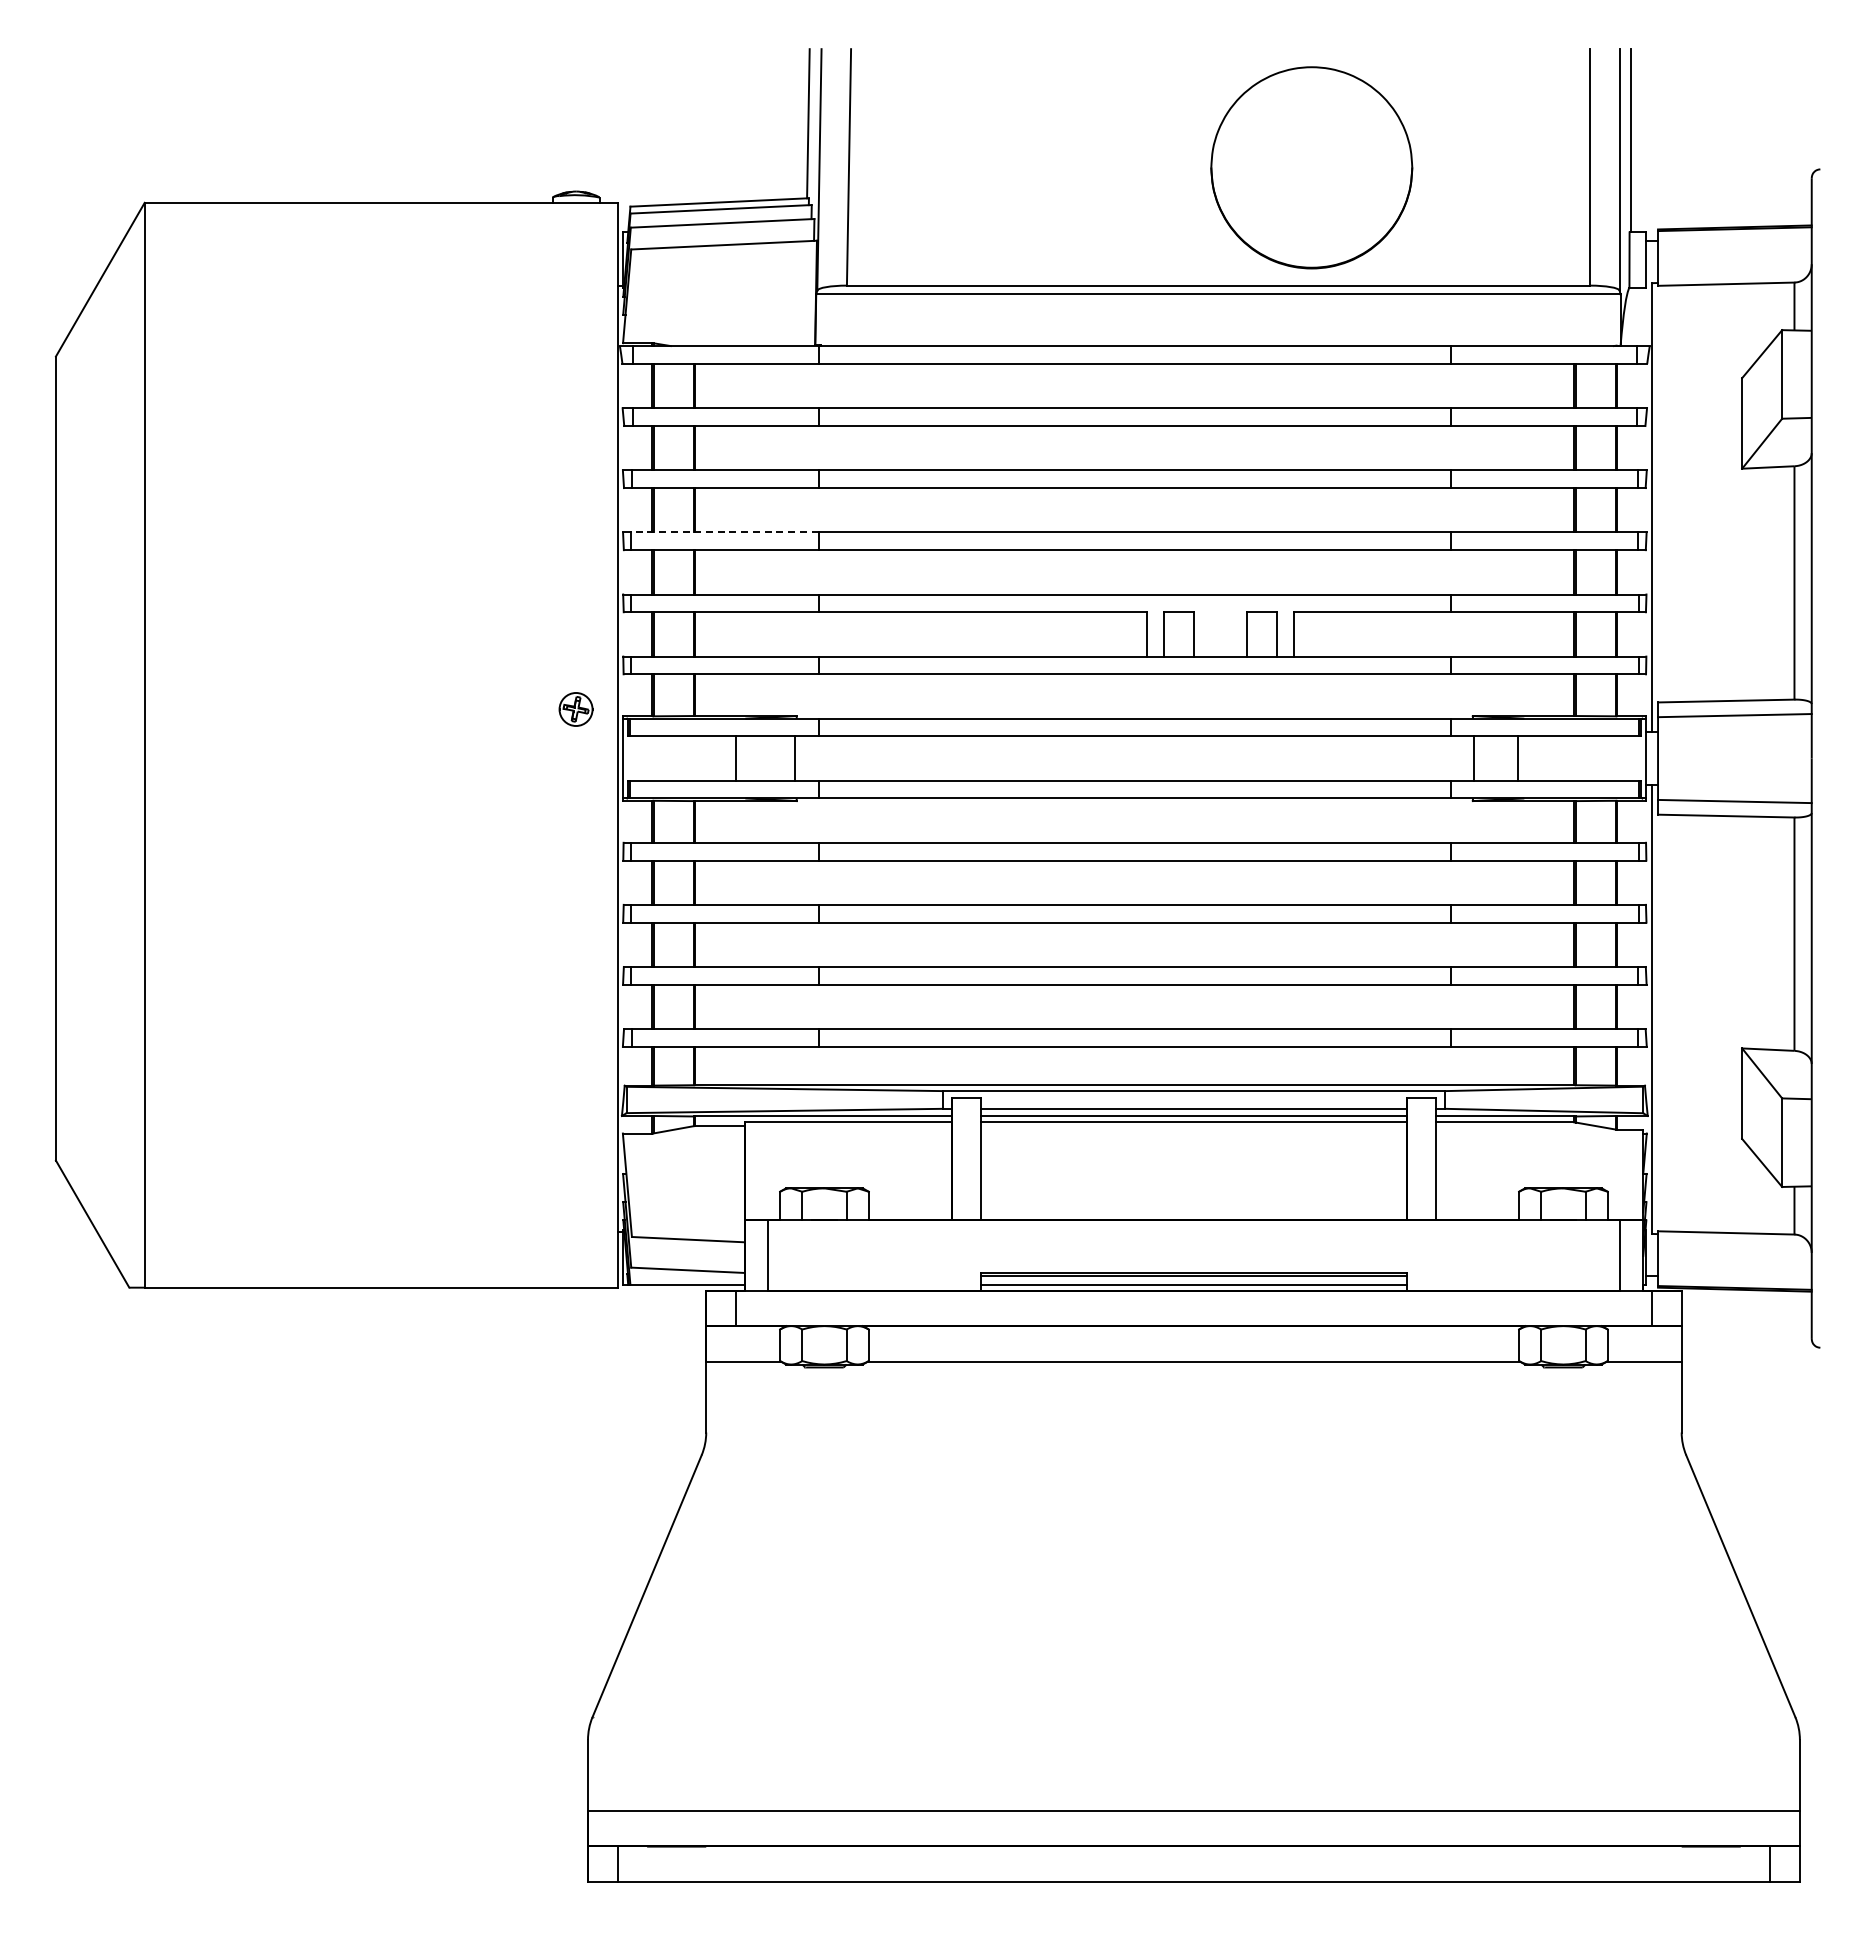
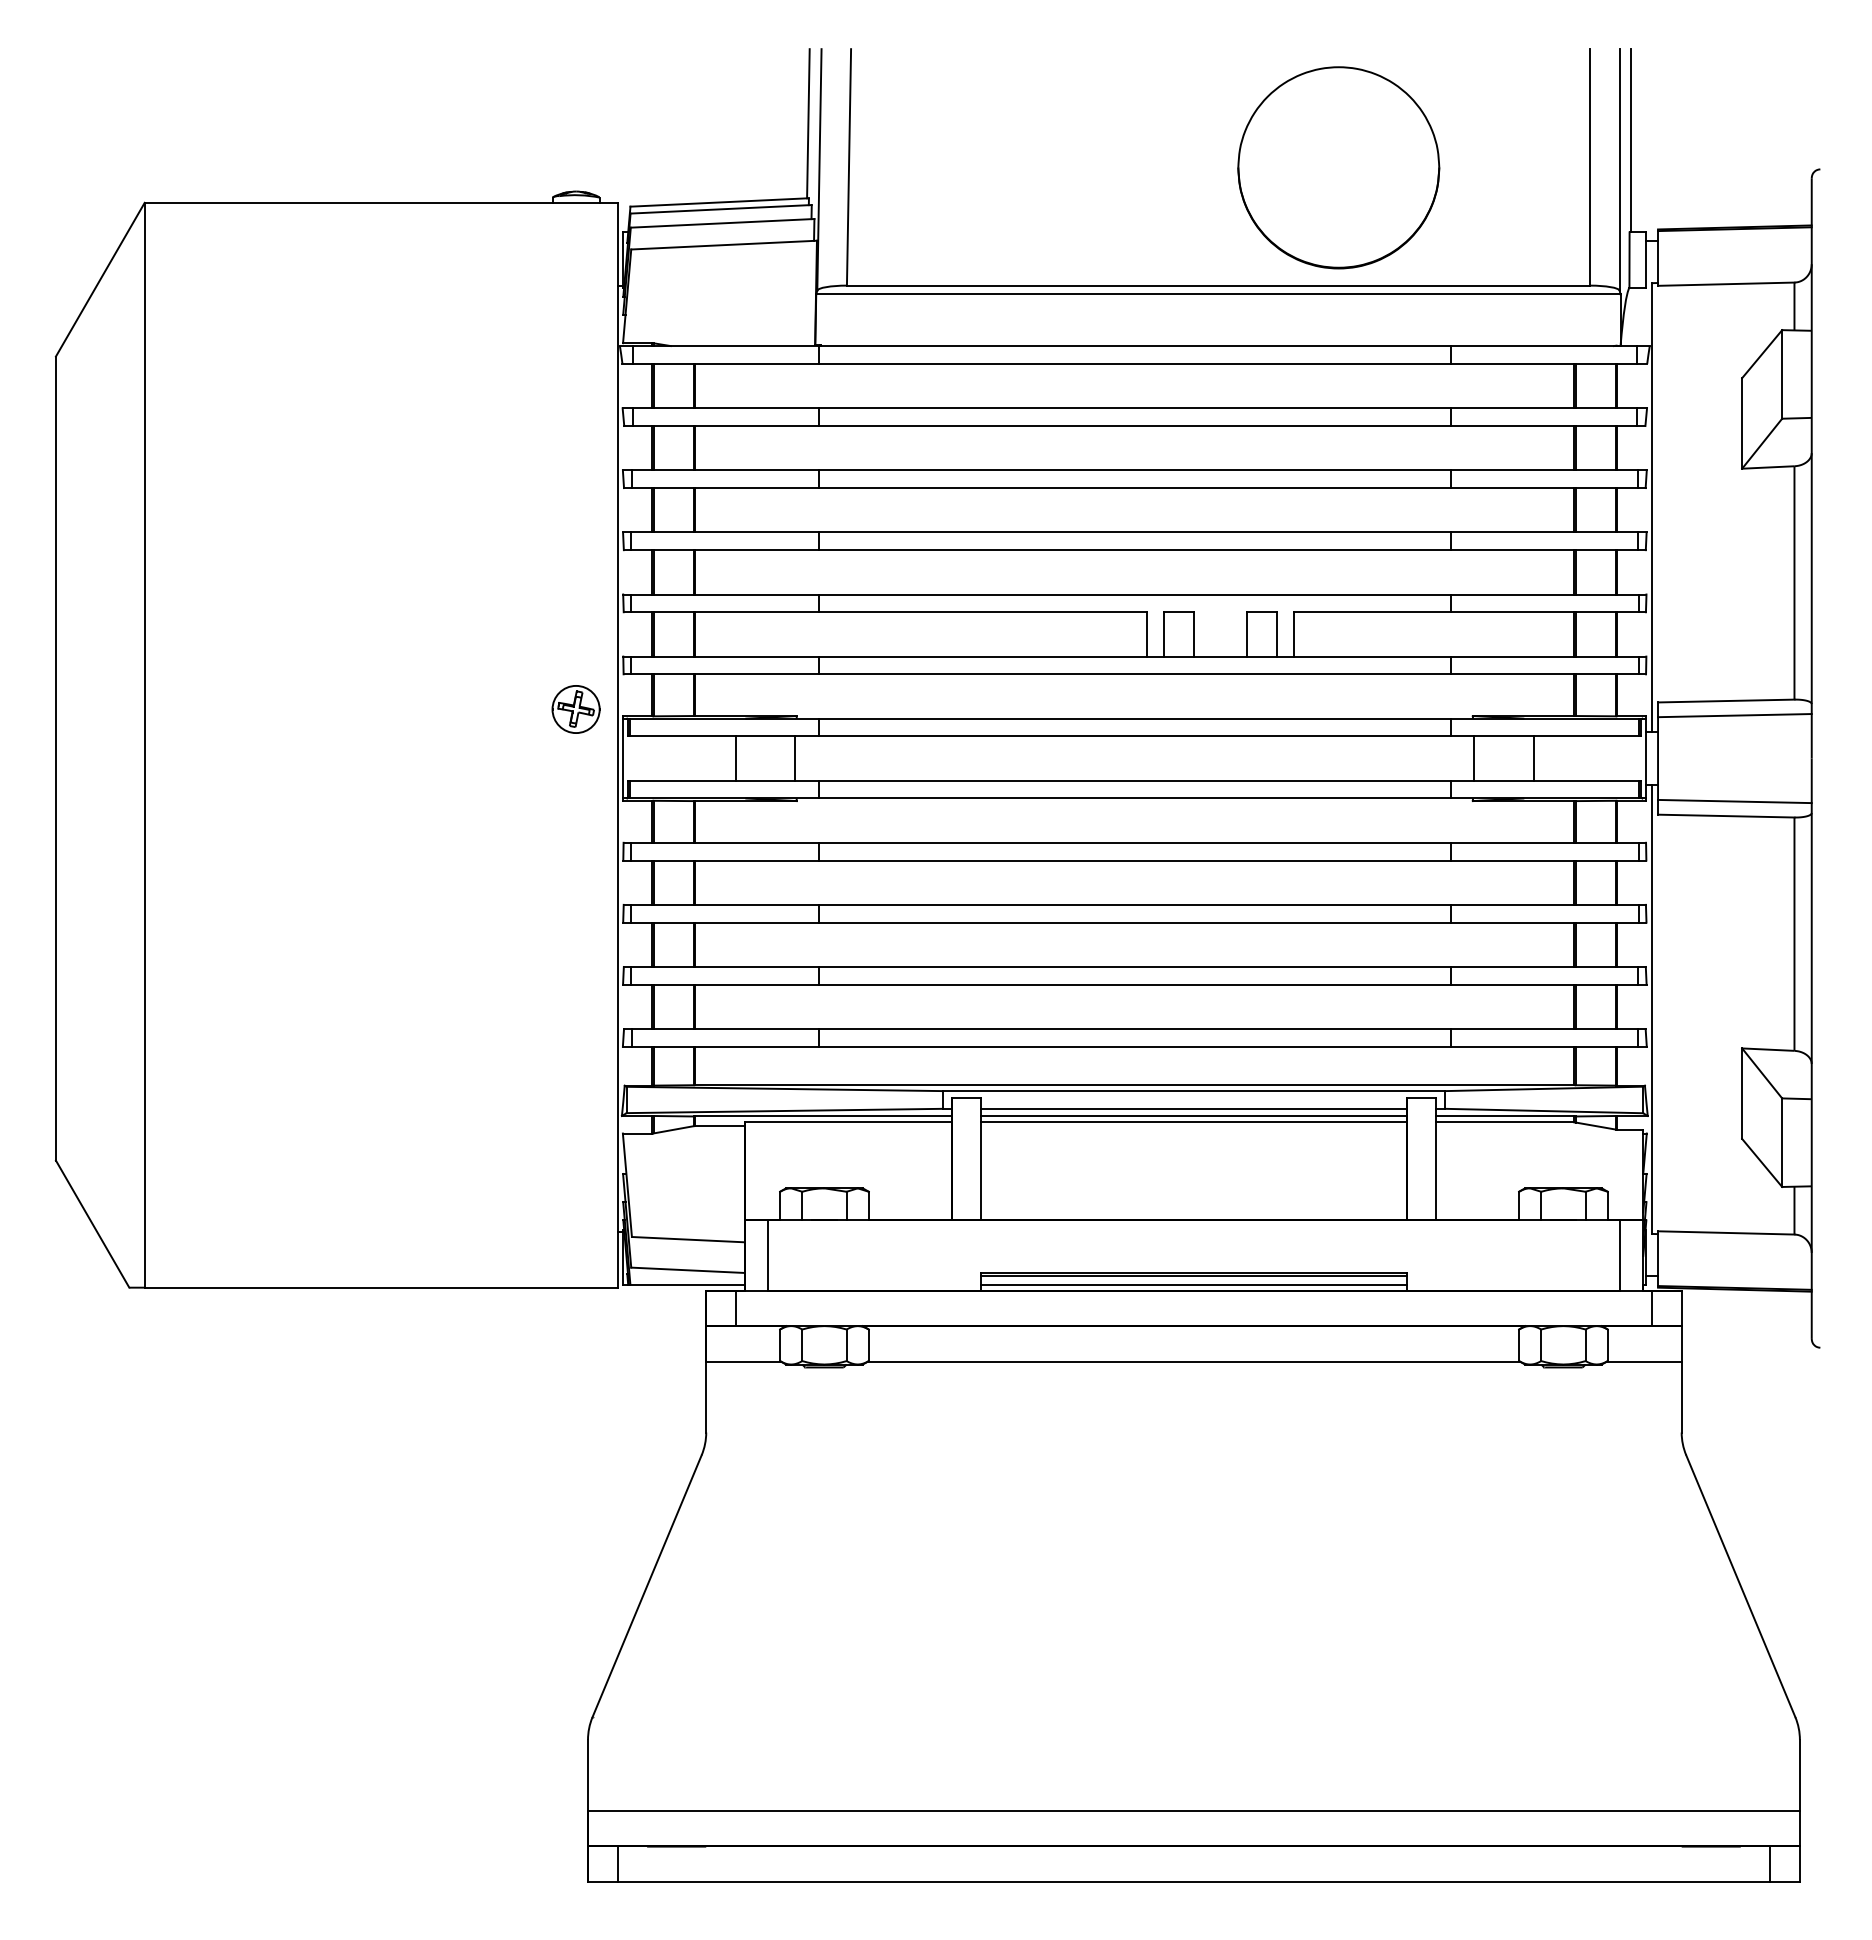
part at (1311, 167) position: (1311, 167) -> (1338, 167)
line at (724, 532): dashed -> solid
part at (575, 709) size: 36x35 px -> 50x49 px
line at (1517, 758) position: (1517, 758) -> (1533, 758)
